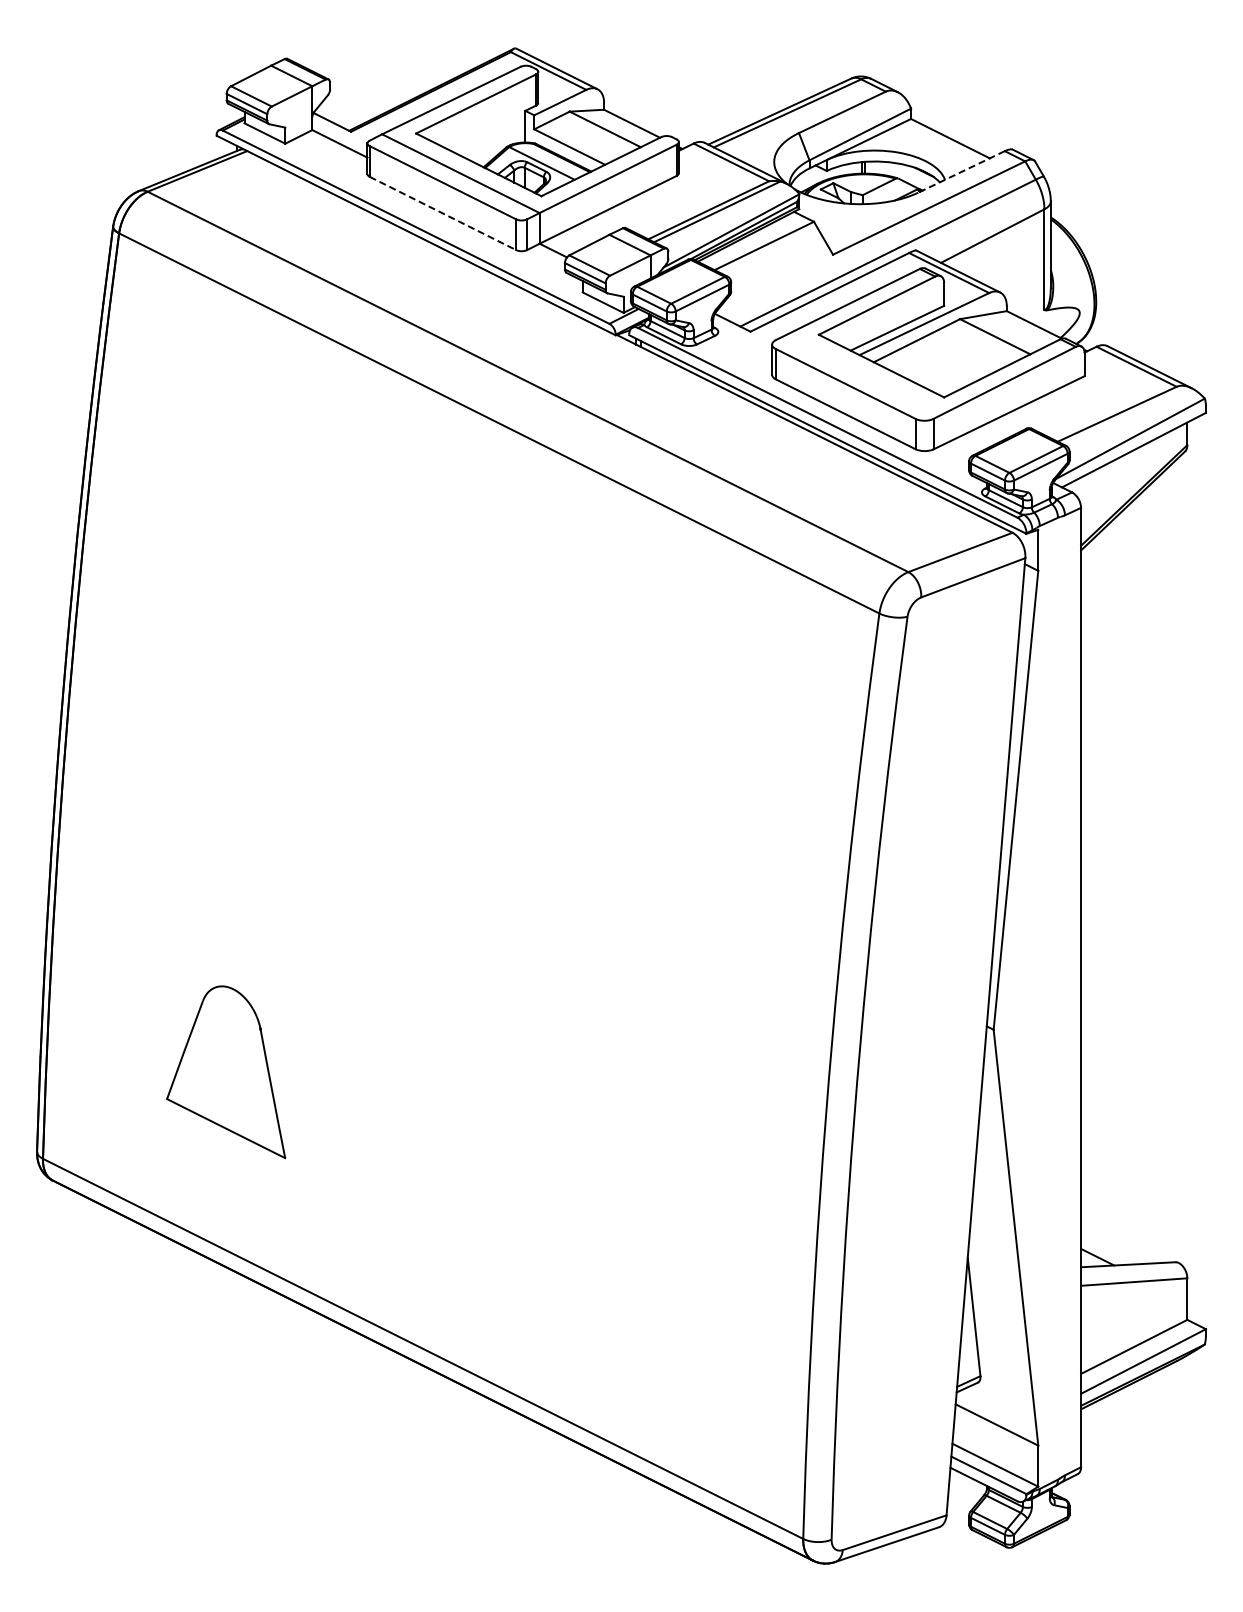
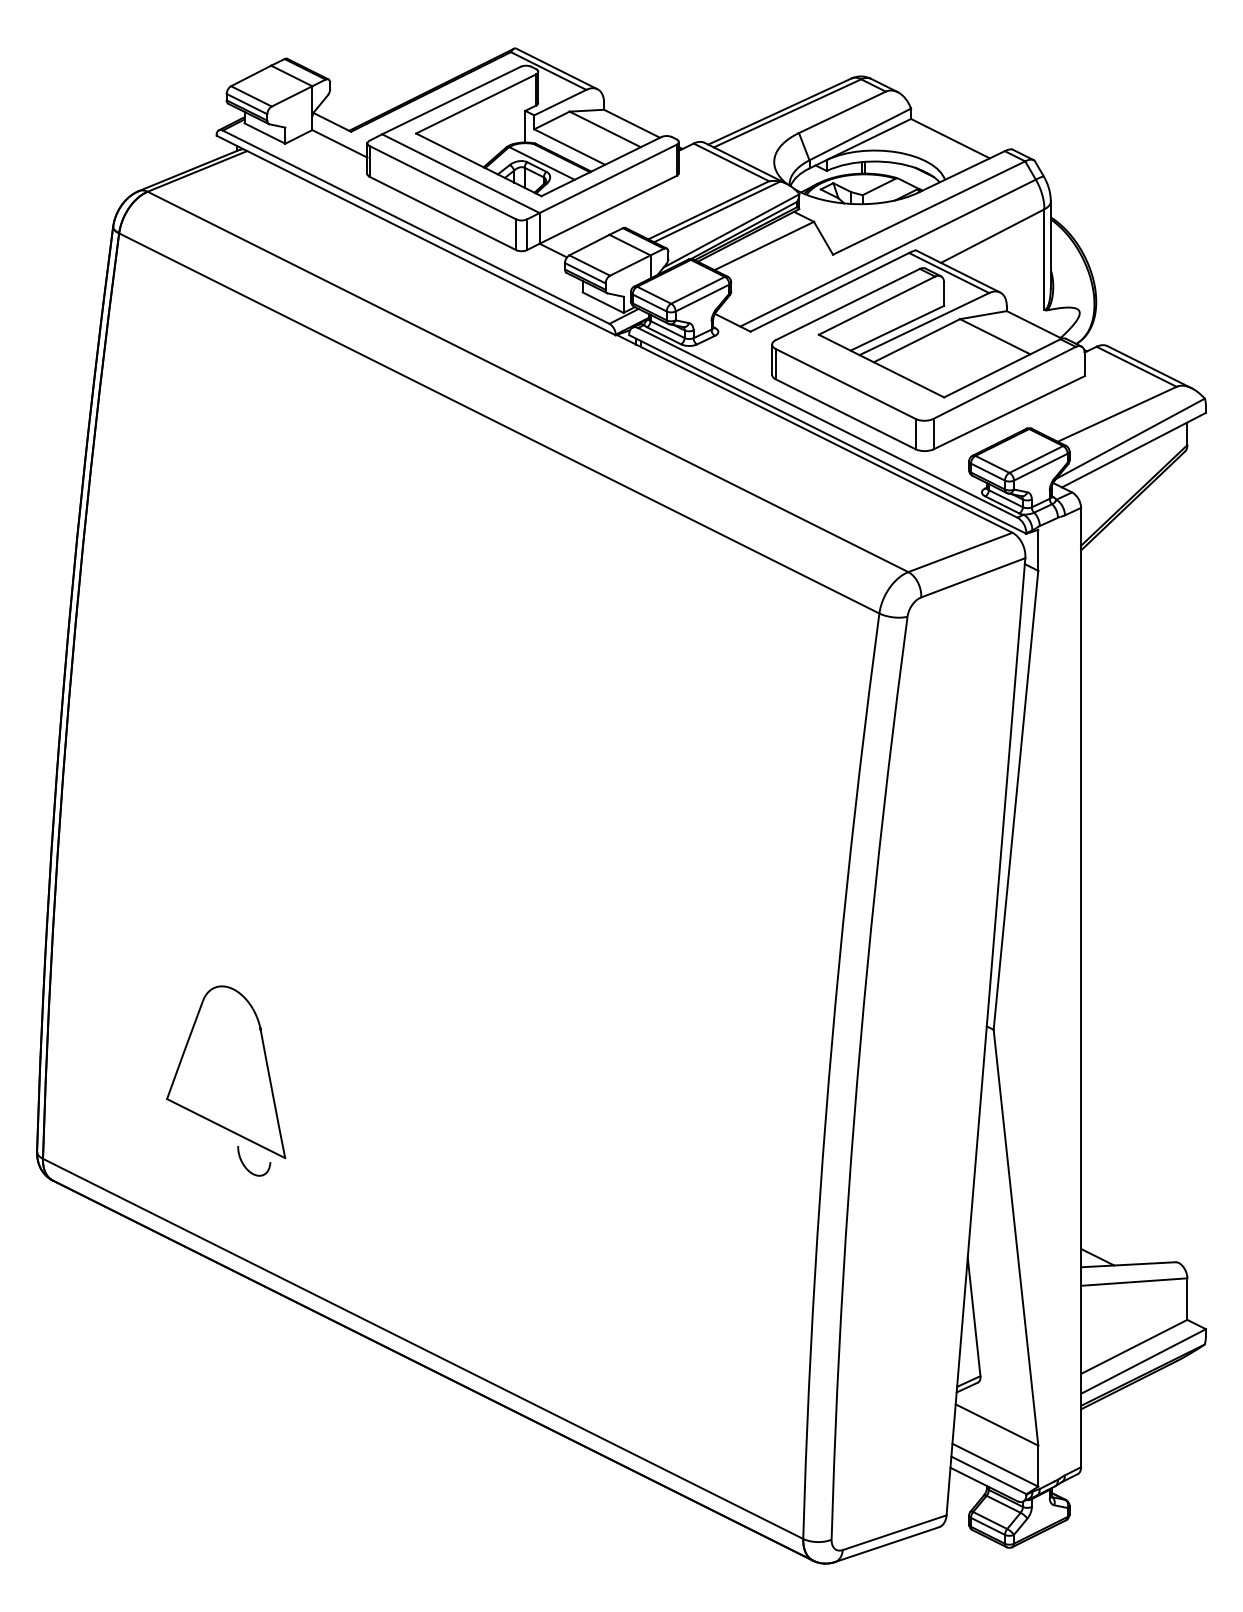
line at (961, 172): dashed -> solid
line at (443, 213): dashed -> solid
part at (245, 1165): none -> present
